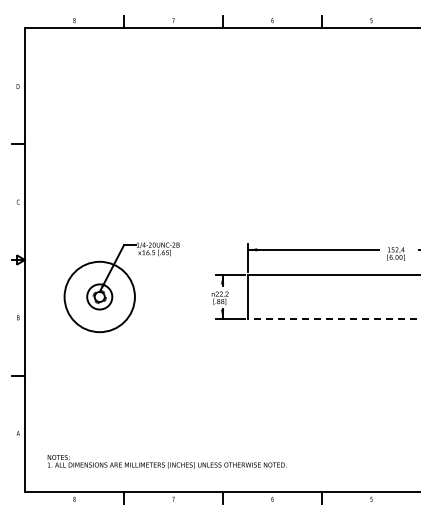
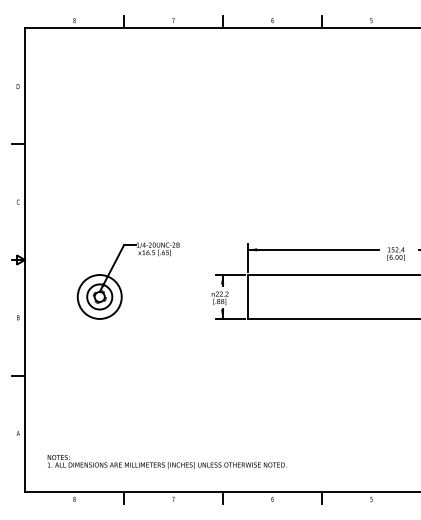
circle at (99, 296) diameter: 70 px -> 44 px
line at (333, 318): dashed -> solid
